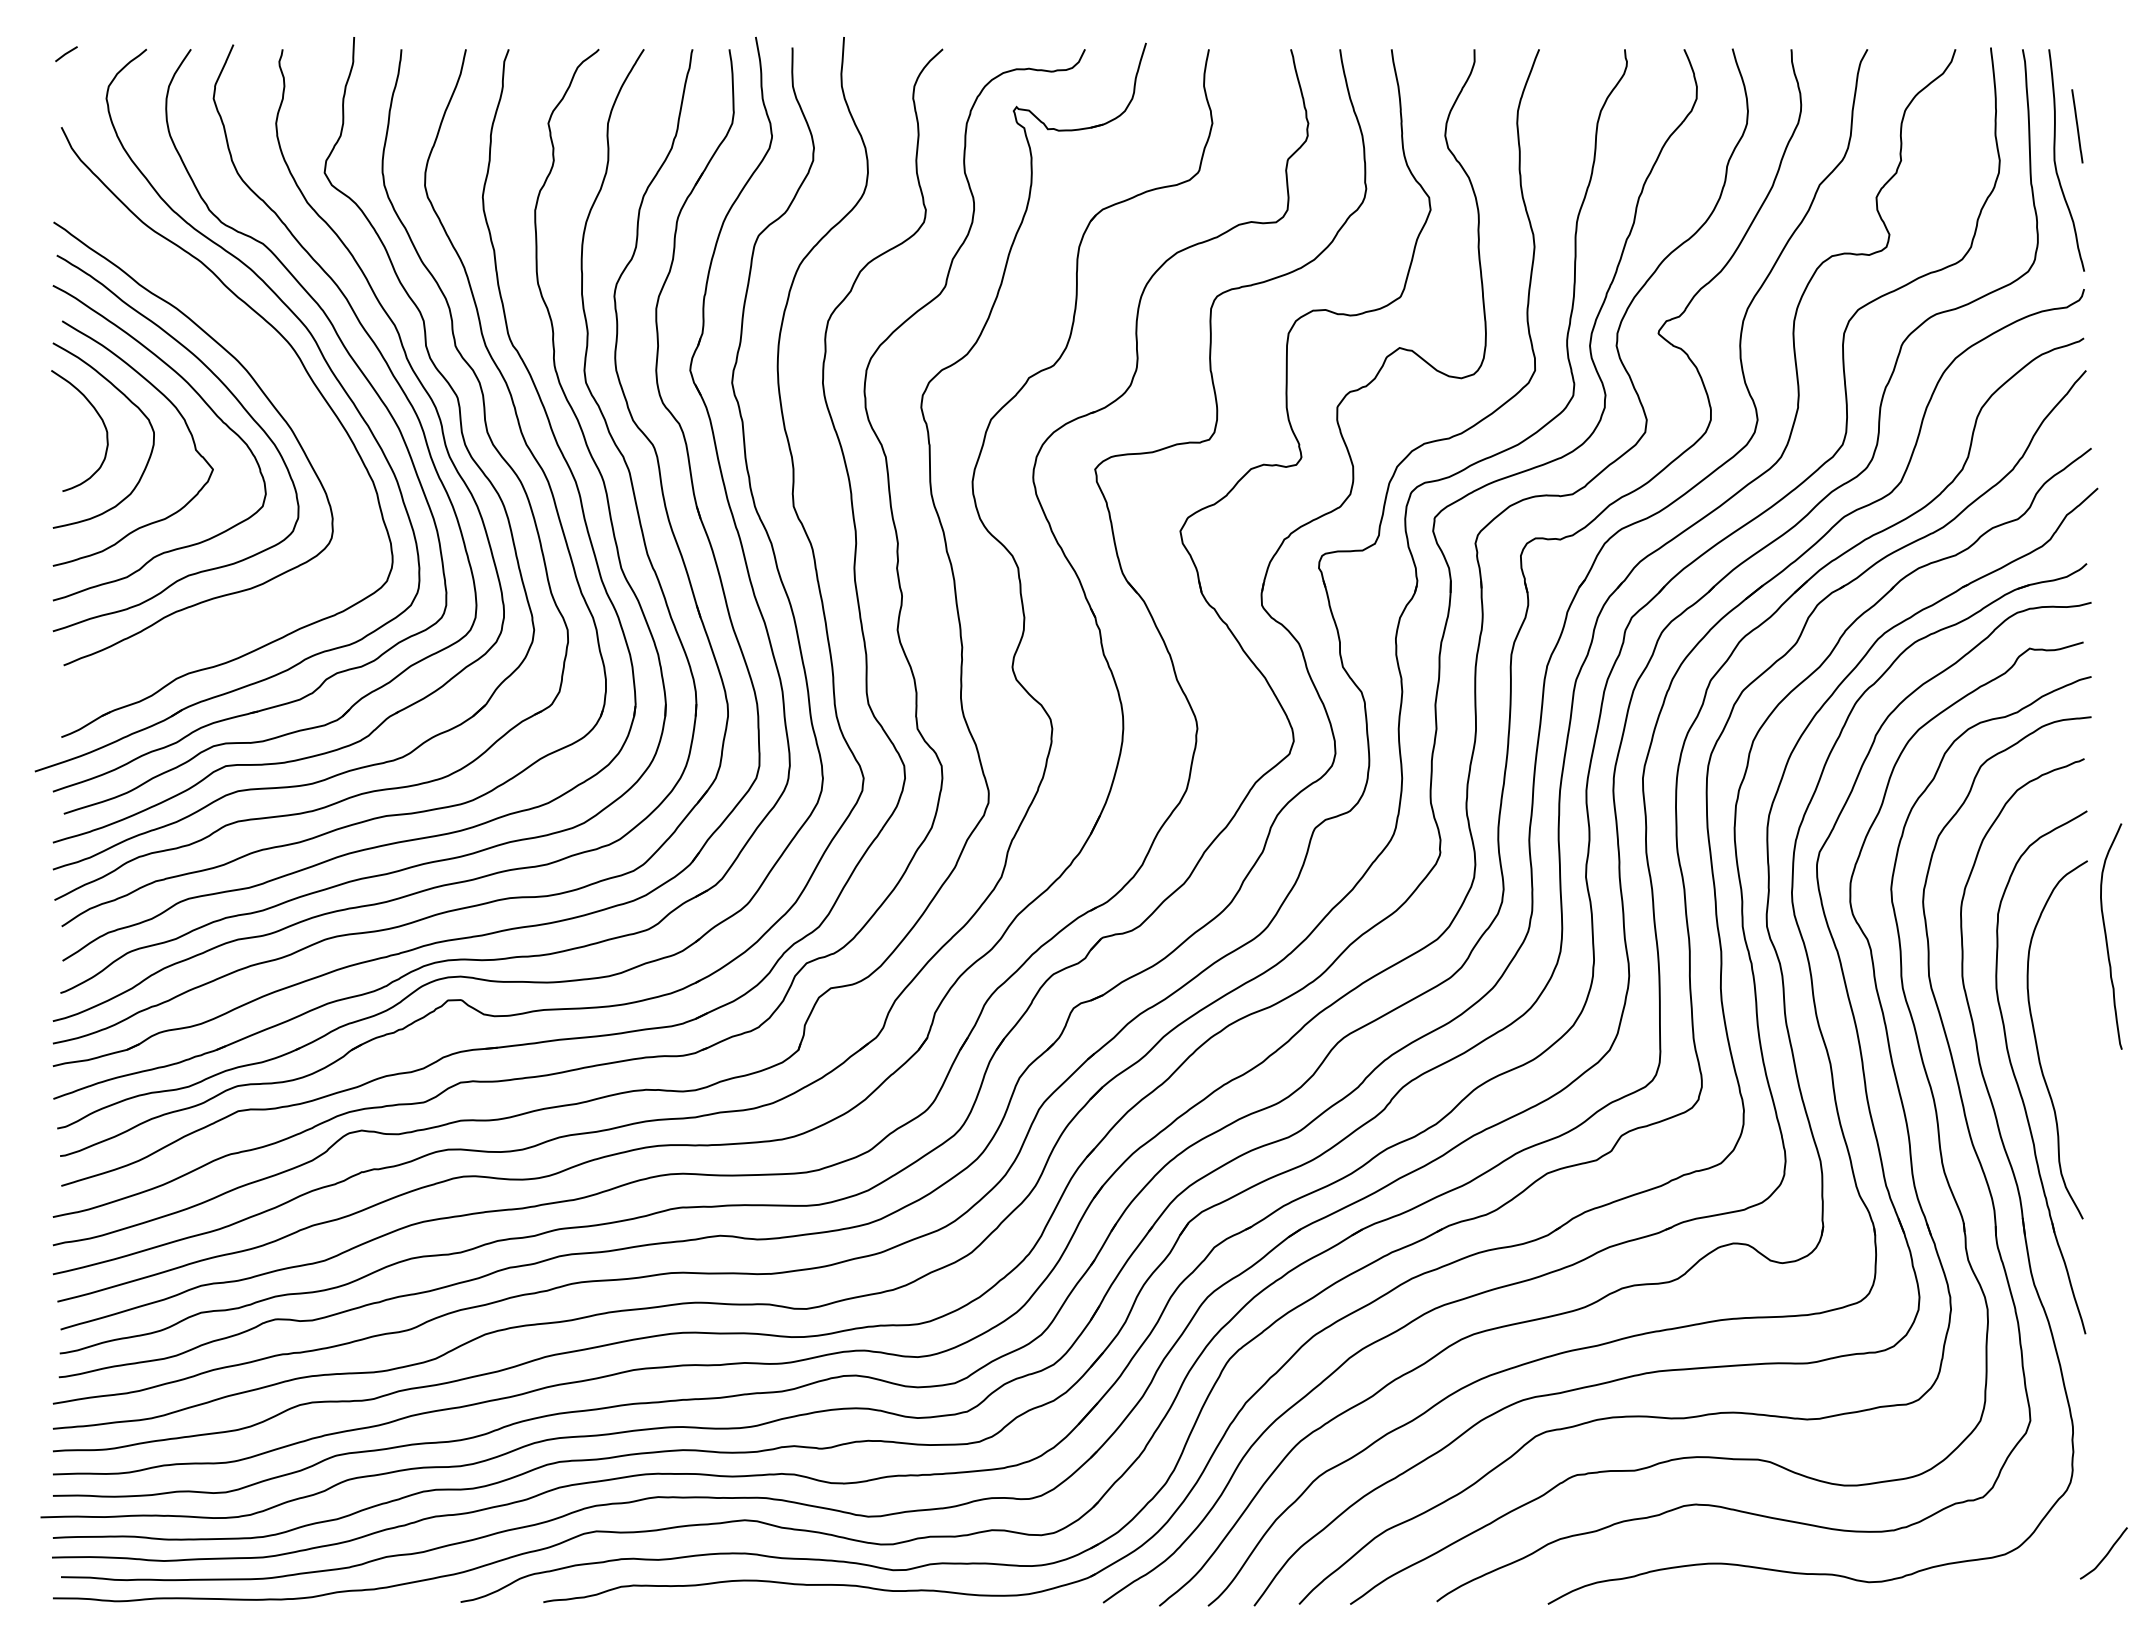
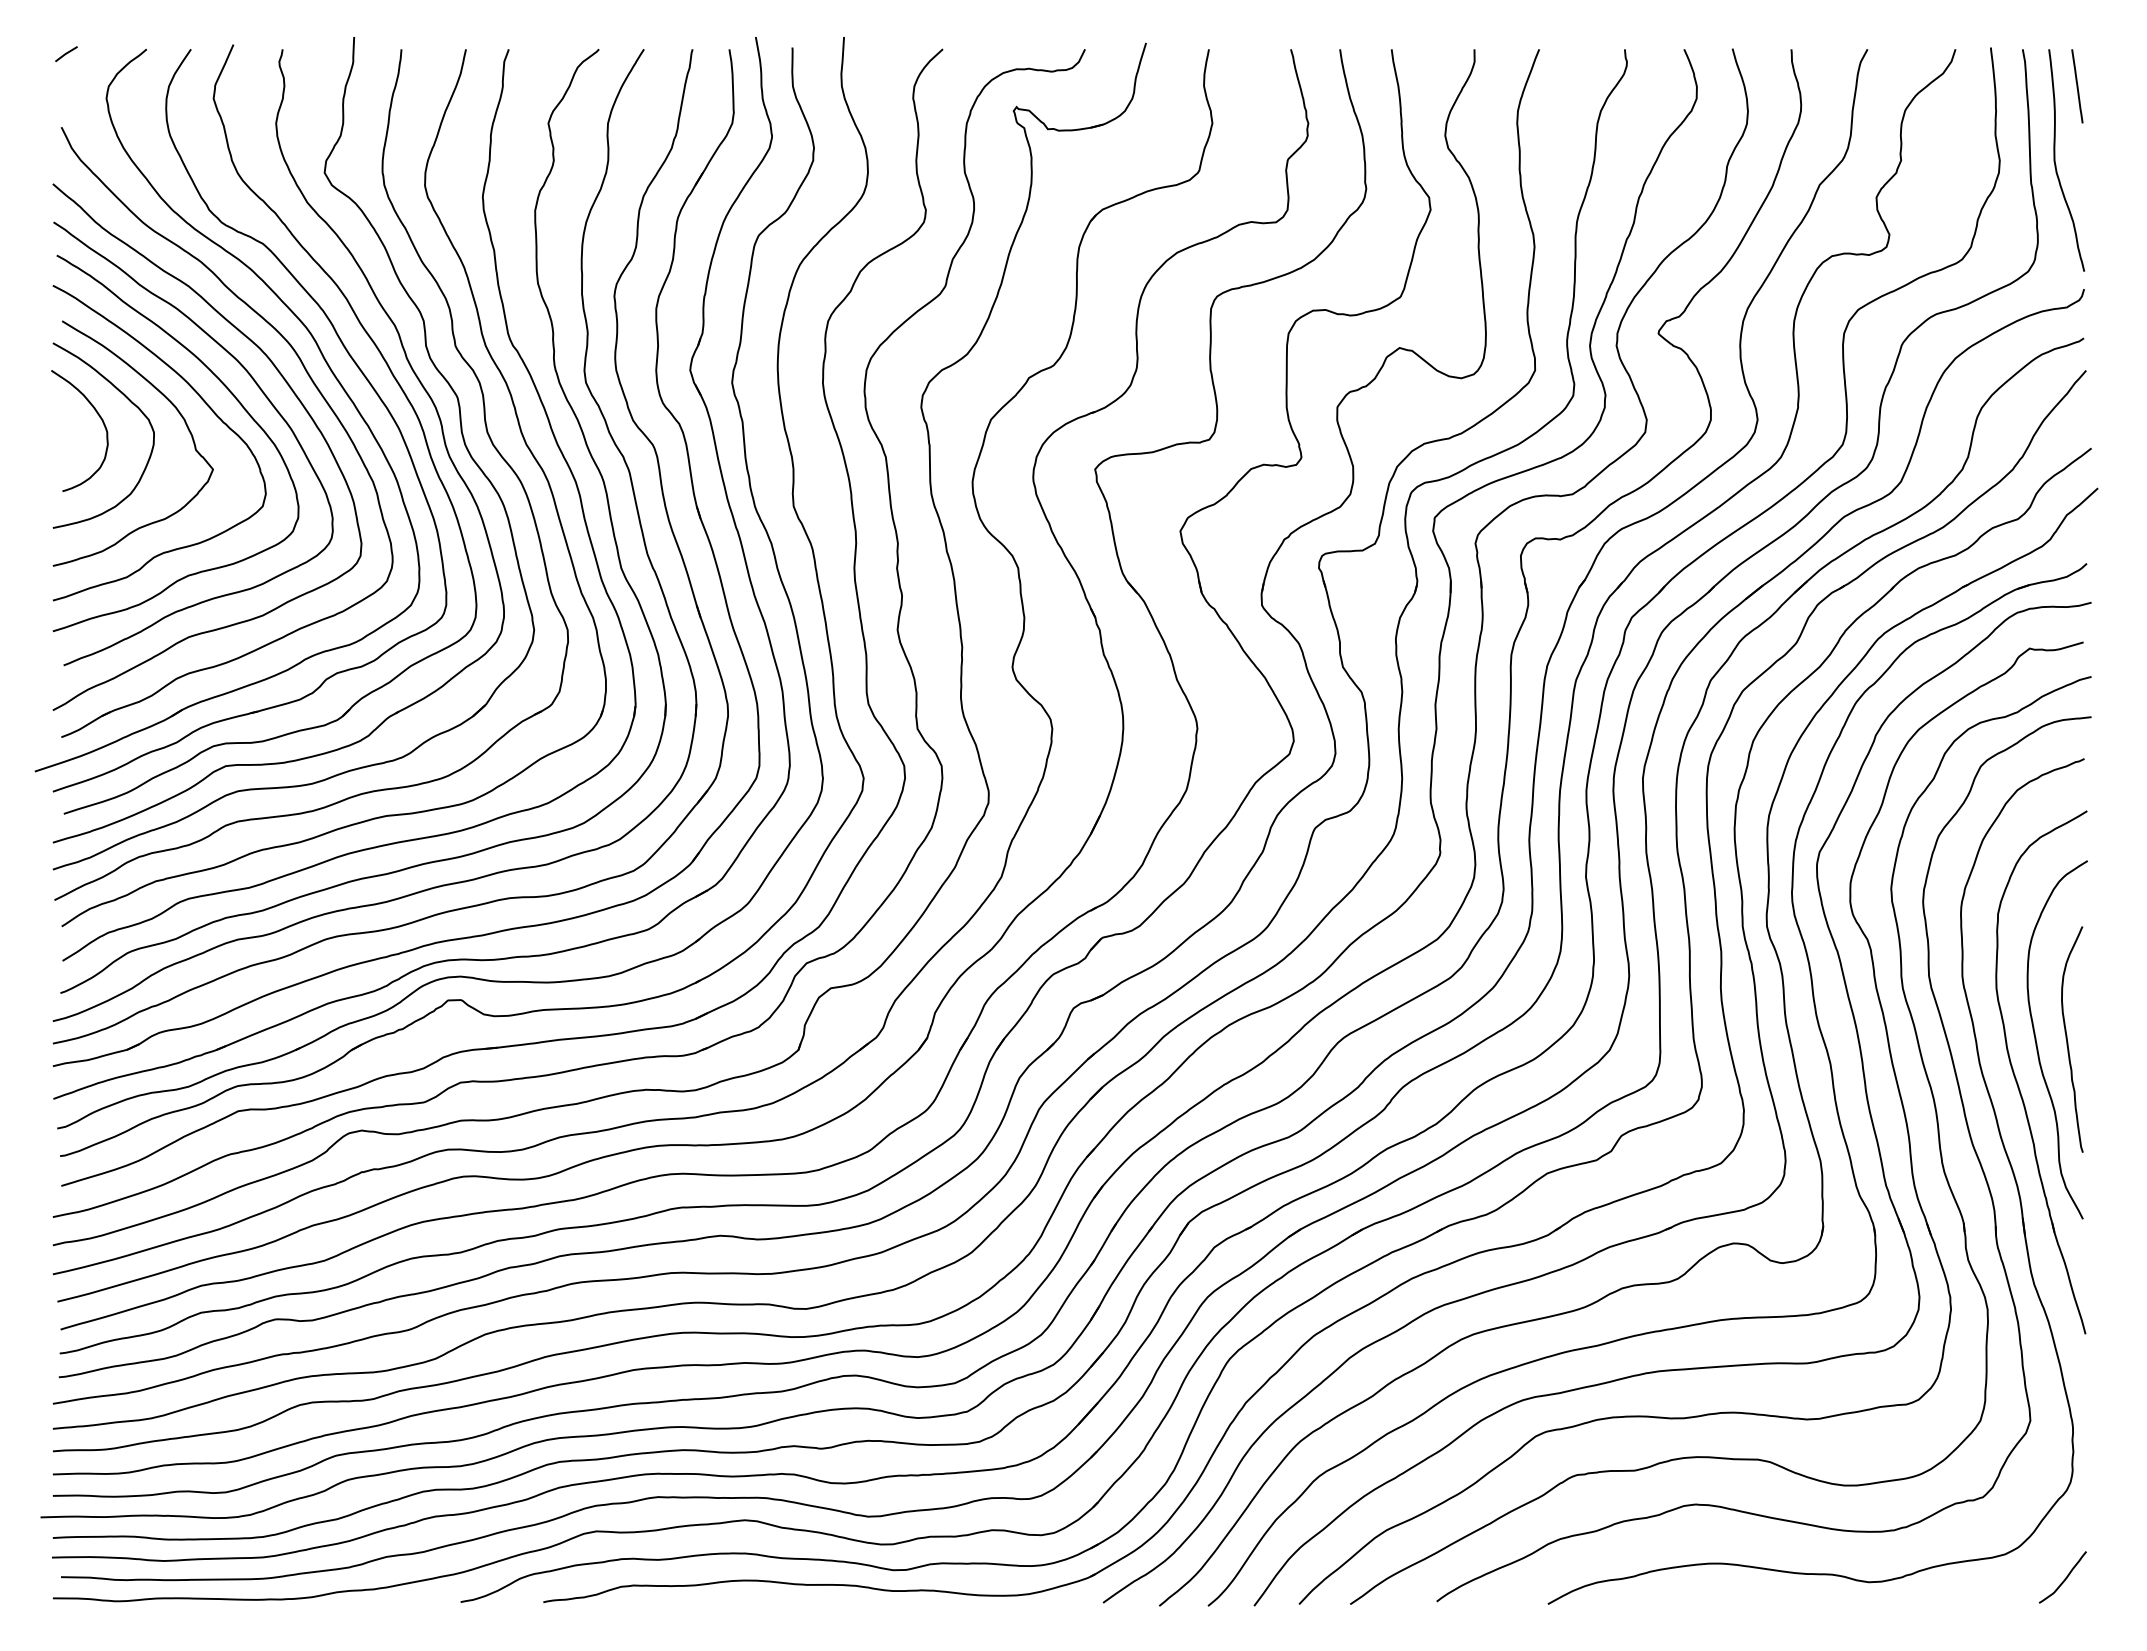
line at (2077, 126) position: (2077, 126) -> (2077, 86)
curve at (287, 385): none -> present
curve at (2107, 938) position: (2107, 938) -> (2068, 1041)
curve at (2105, 1554) position: (2105, 1554) -> (2064, 1578)
